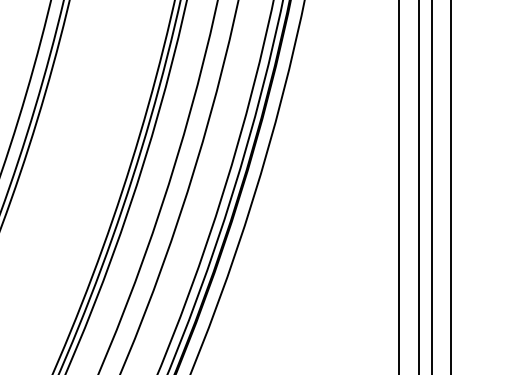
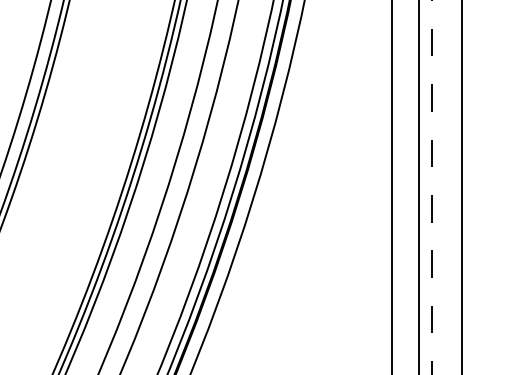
line at (399, 186) position: (399, 186) -> (392, 186)
line at (451, 186) position: (451, 186) -> (462, 186)
line at (431, 187): solid -> dashed
